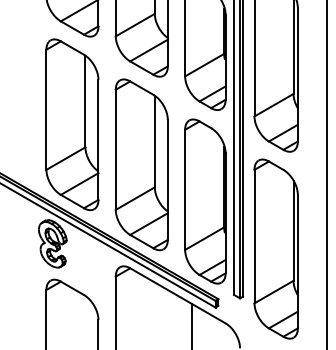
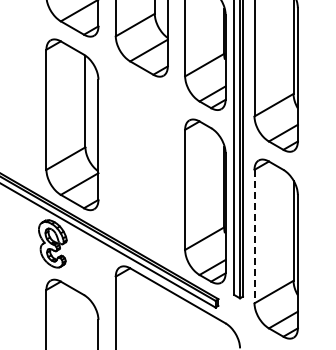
part at (141, 164): present -> none
line at (326, 174): present -> none
line at (254, 236): solid -> dashed
line at (192, 325): present -> none
